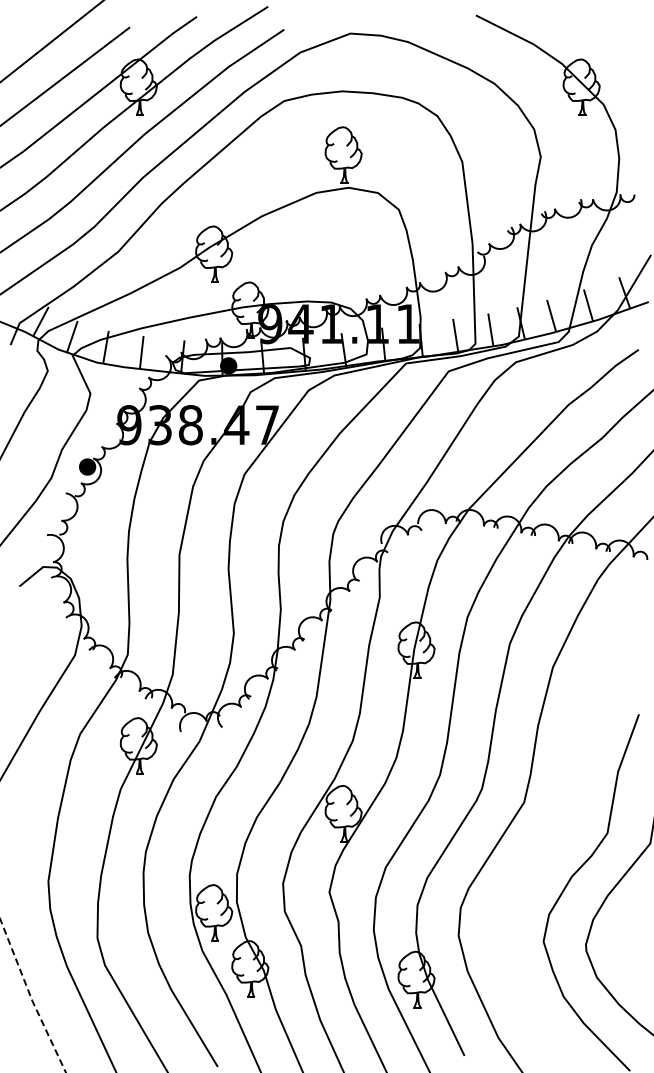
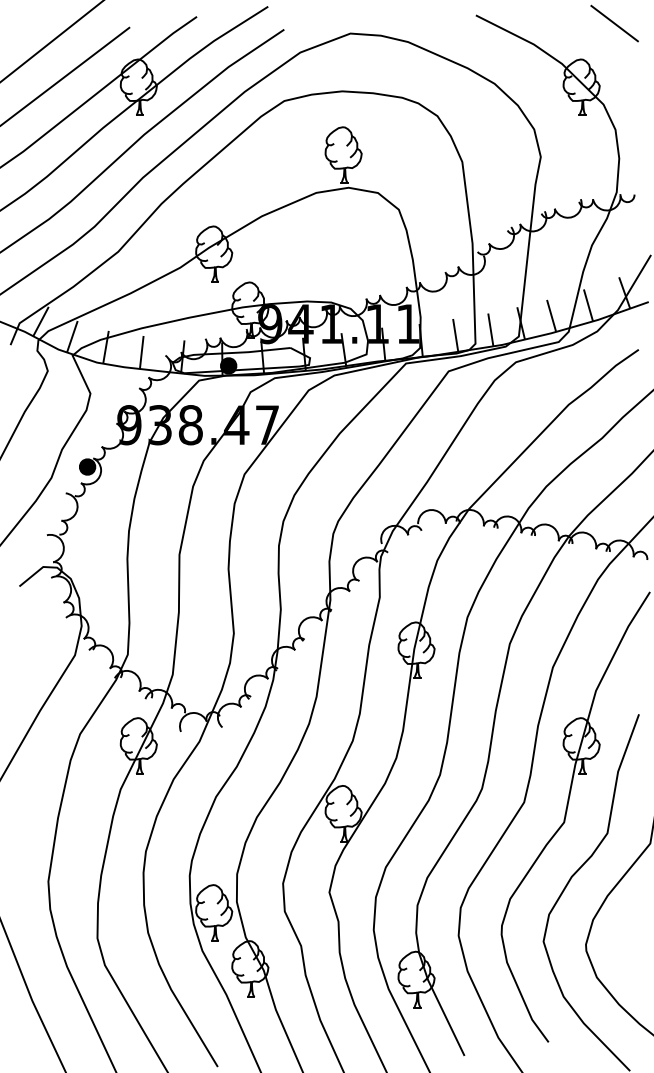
line at (614, 23): none -> present
part at (566, 816): none -> present
line at (30, 996): dashed -> solid
